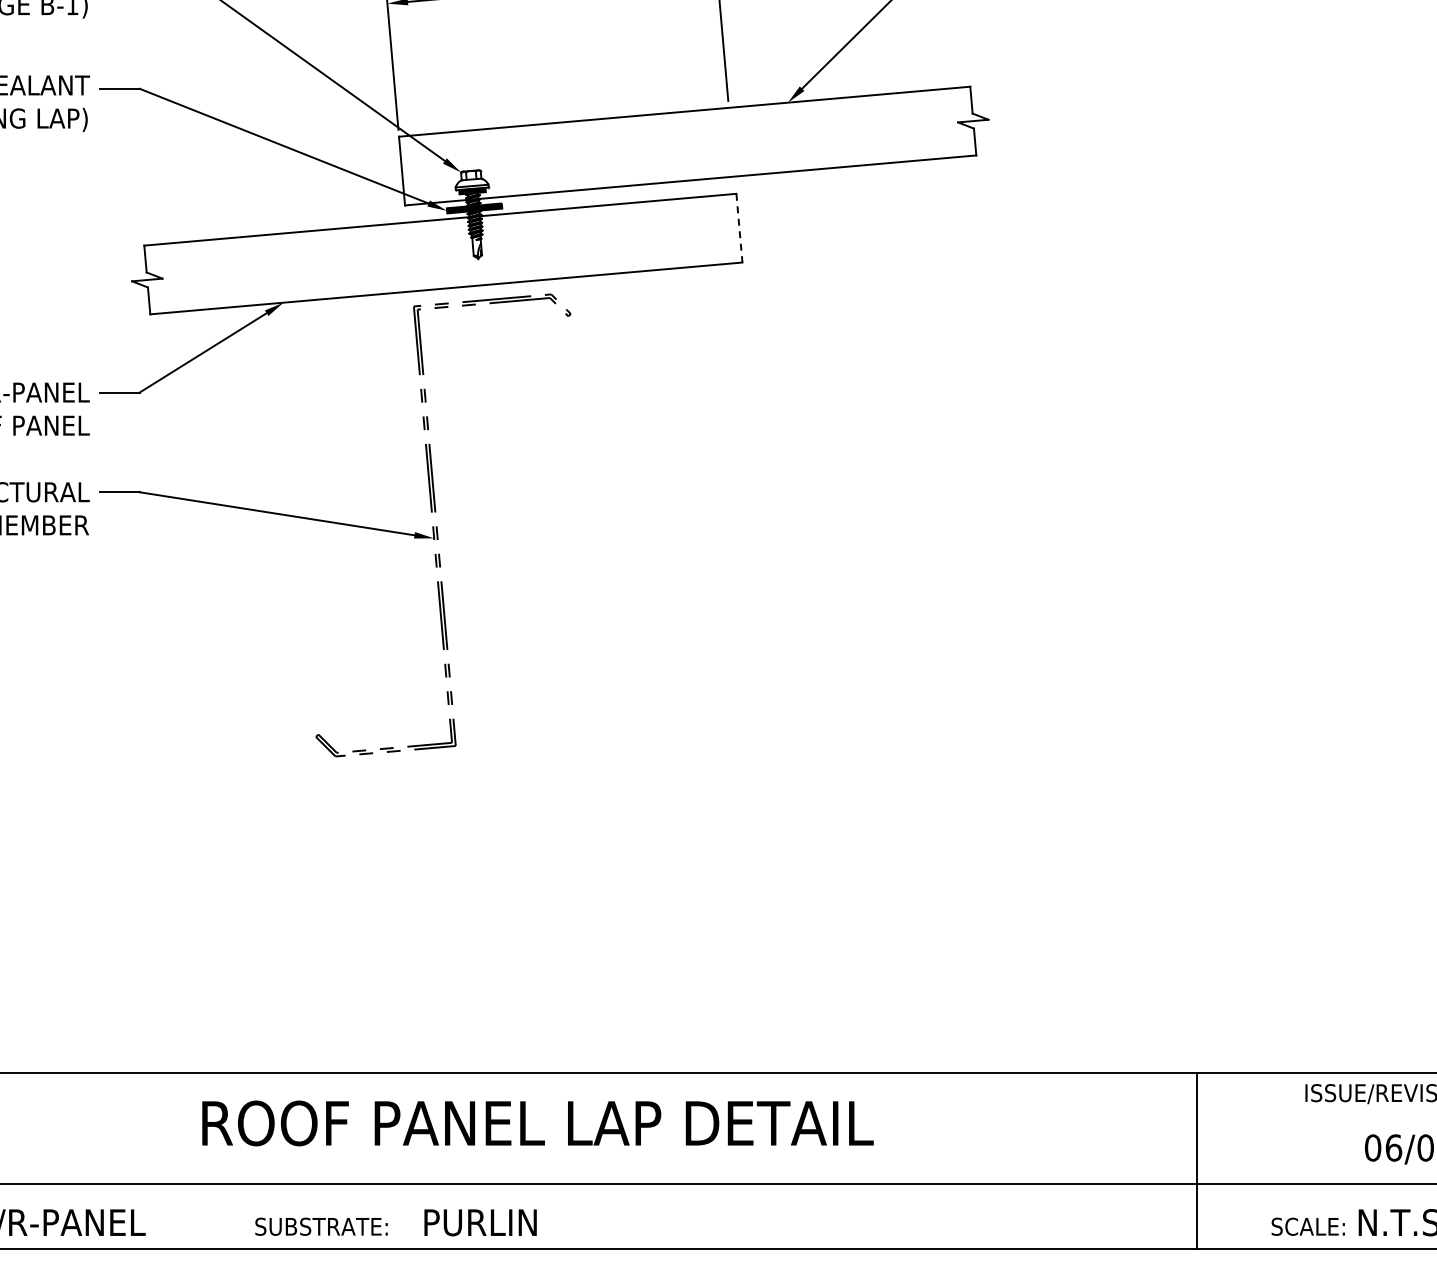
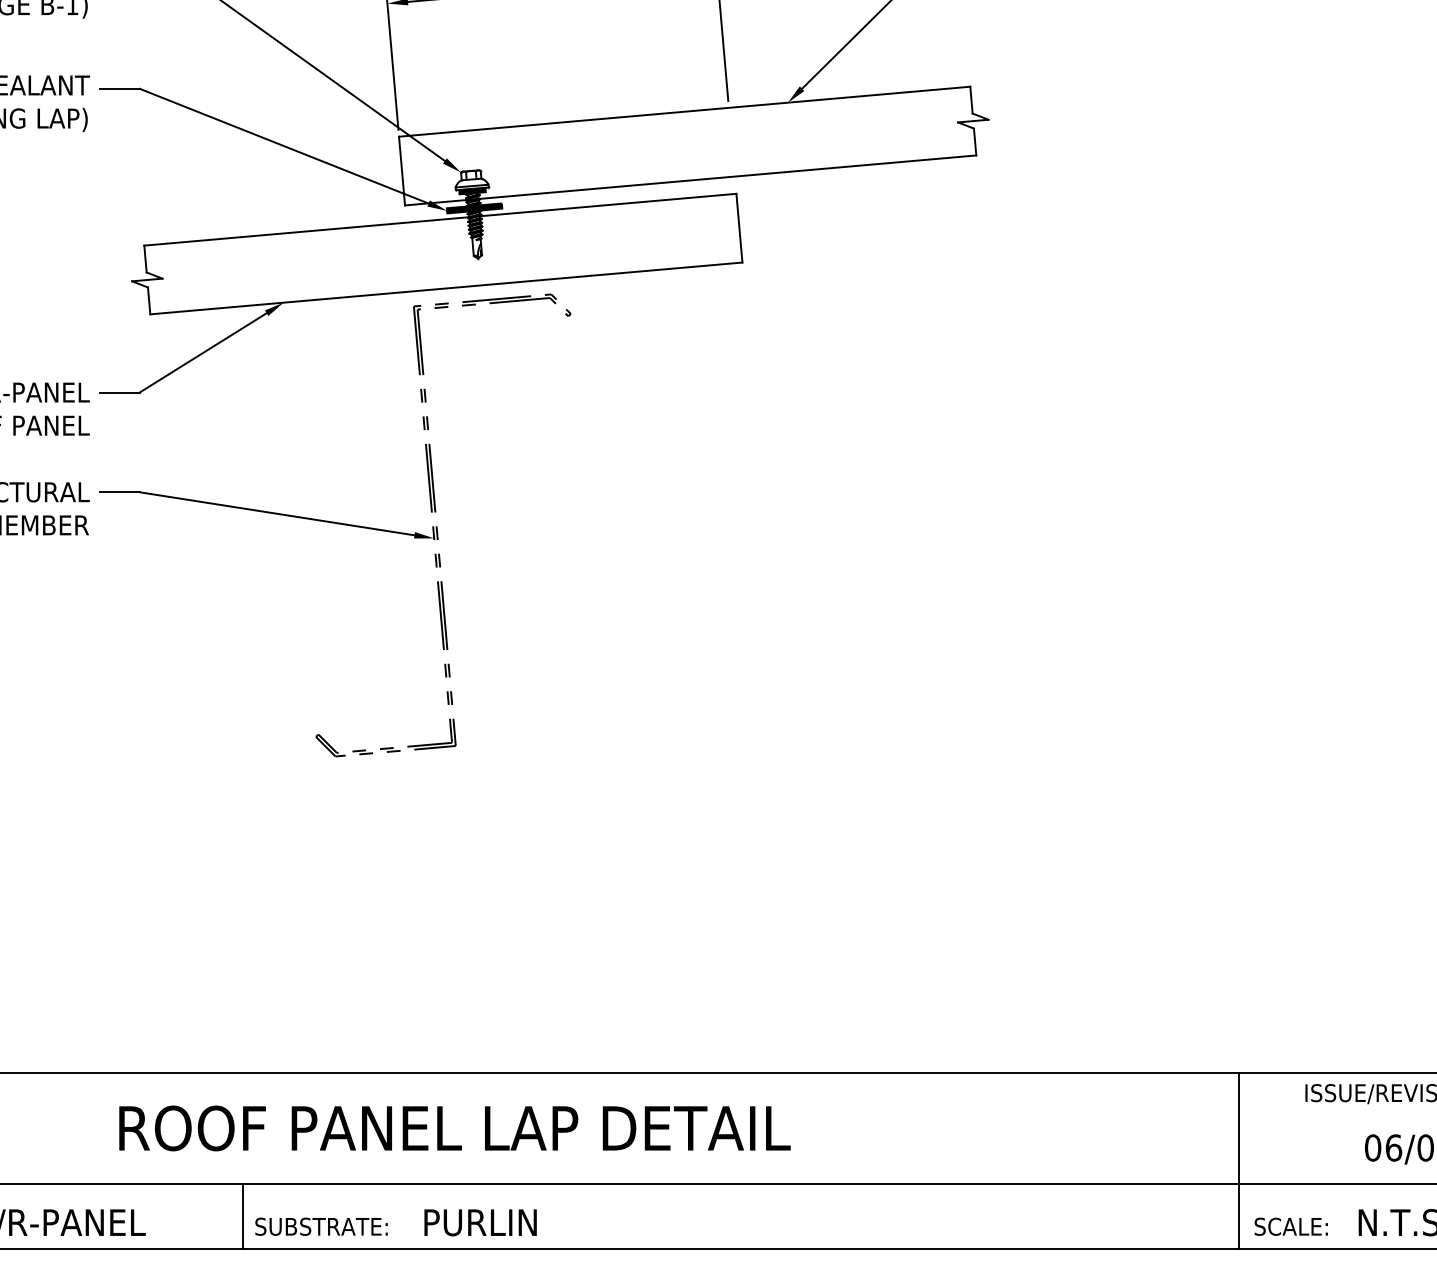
line at (739, 228): dashed -> solid
text at (537, 1123) position: (537, 1123) -> (454, 1128)
line at (1196, 1160) position: (1196, 1160) -> (1238, 1160)
line at (242, 1216): none -> present
text at (1307, 1226) position: (1307, 1226) -> (1290, 1226)
